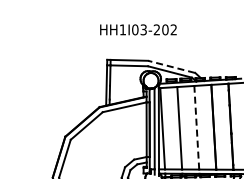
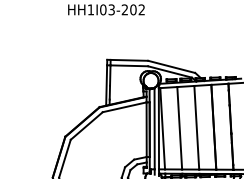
text at (138, 29) position: (138, 29) -> (106, 9)
line at (171, 66): dashed -> solid
line at (196, 127): dashed -> solid
